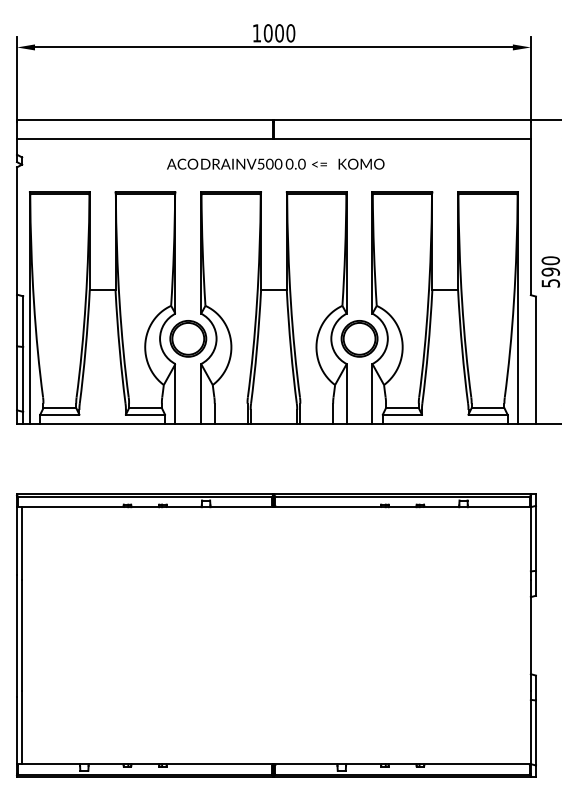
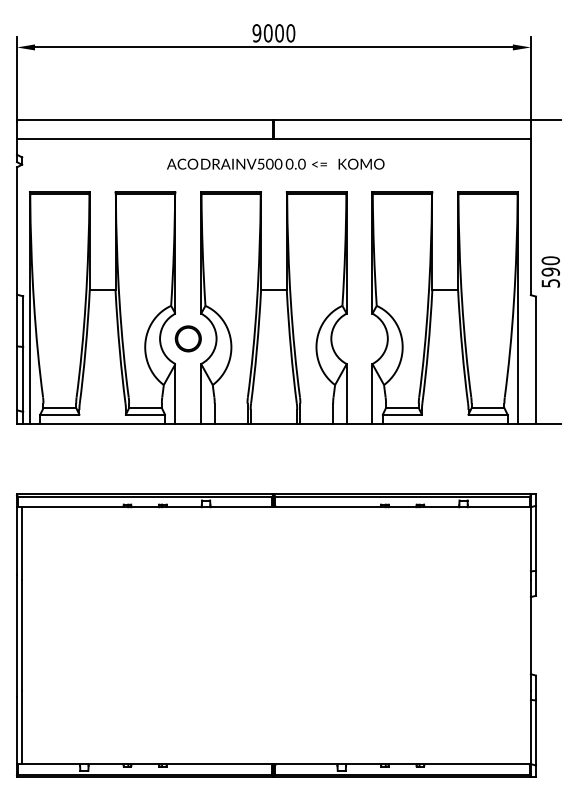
text at (256, 33): 1000 -> 9000
part at (188, 338) size: 39x38 px -> 28x28 px
part at (359, 338): present -> none
